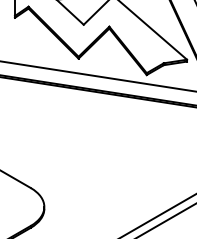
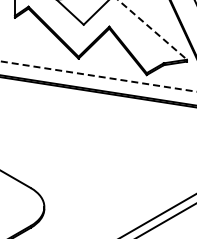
line at (153, 30): solid -> dashed
line at (97, 76): solid -> dashed
